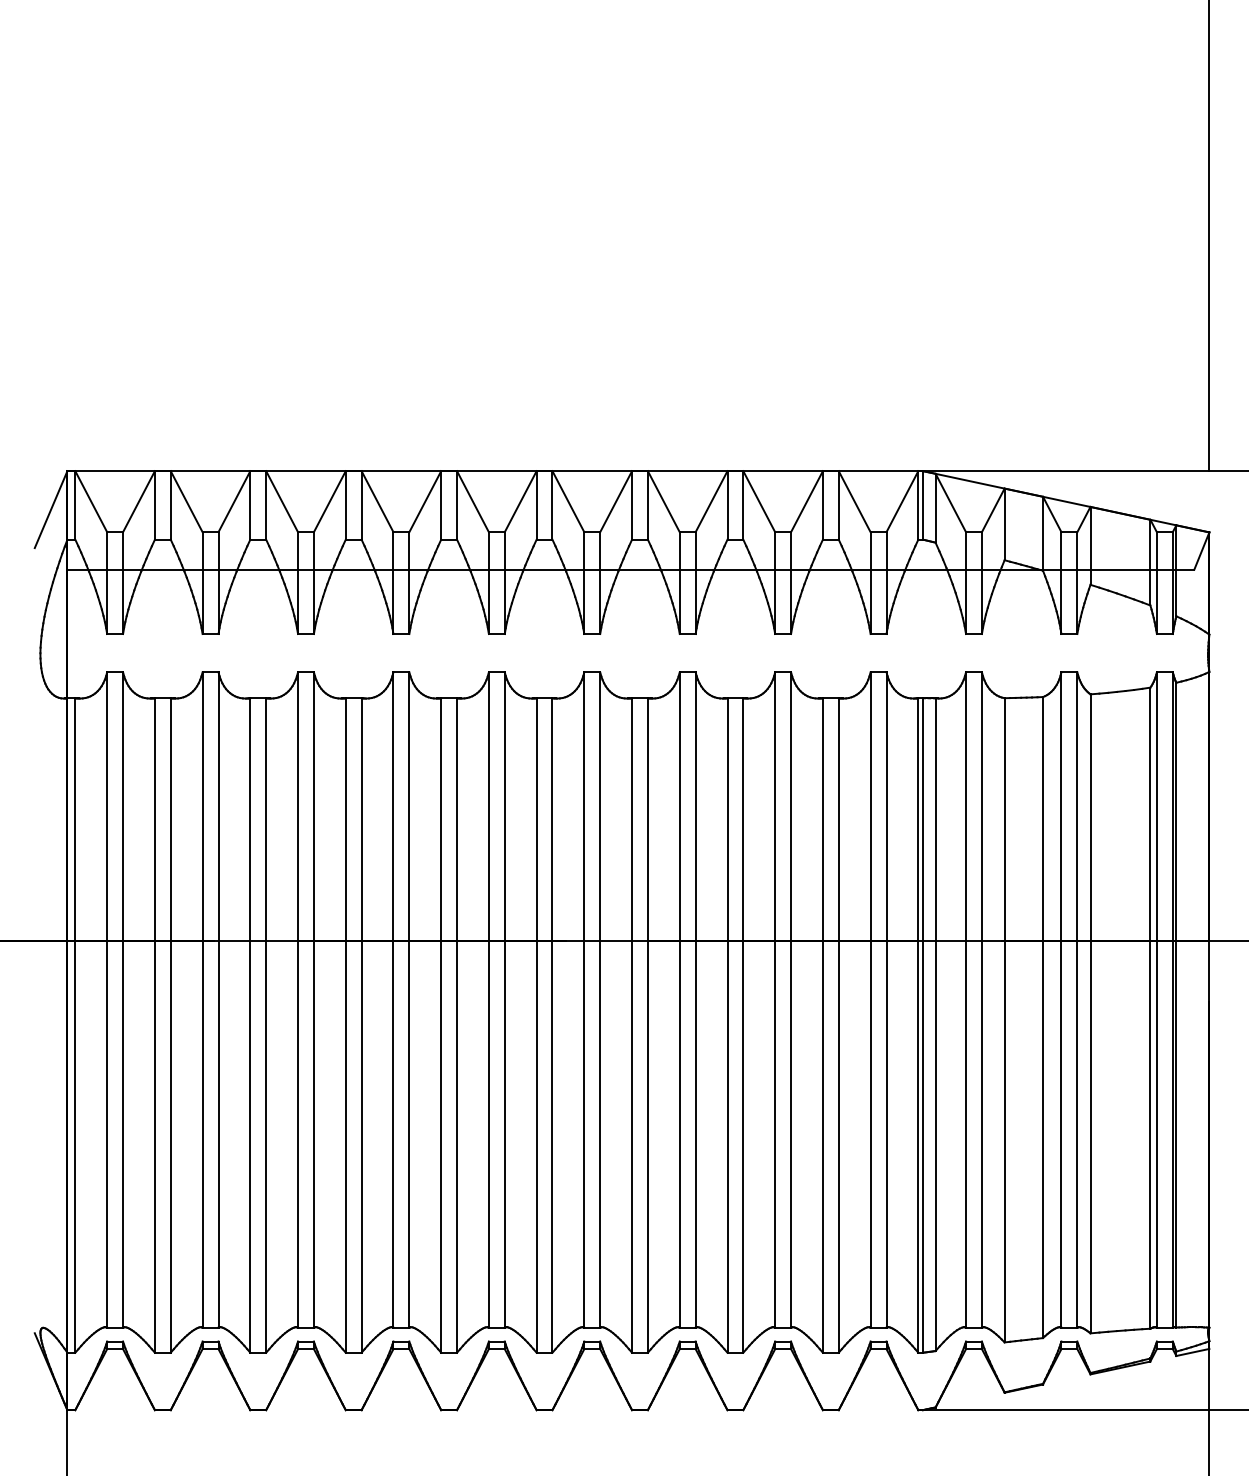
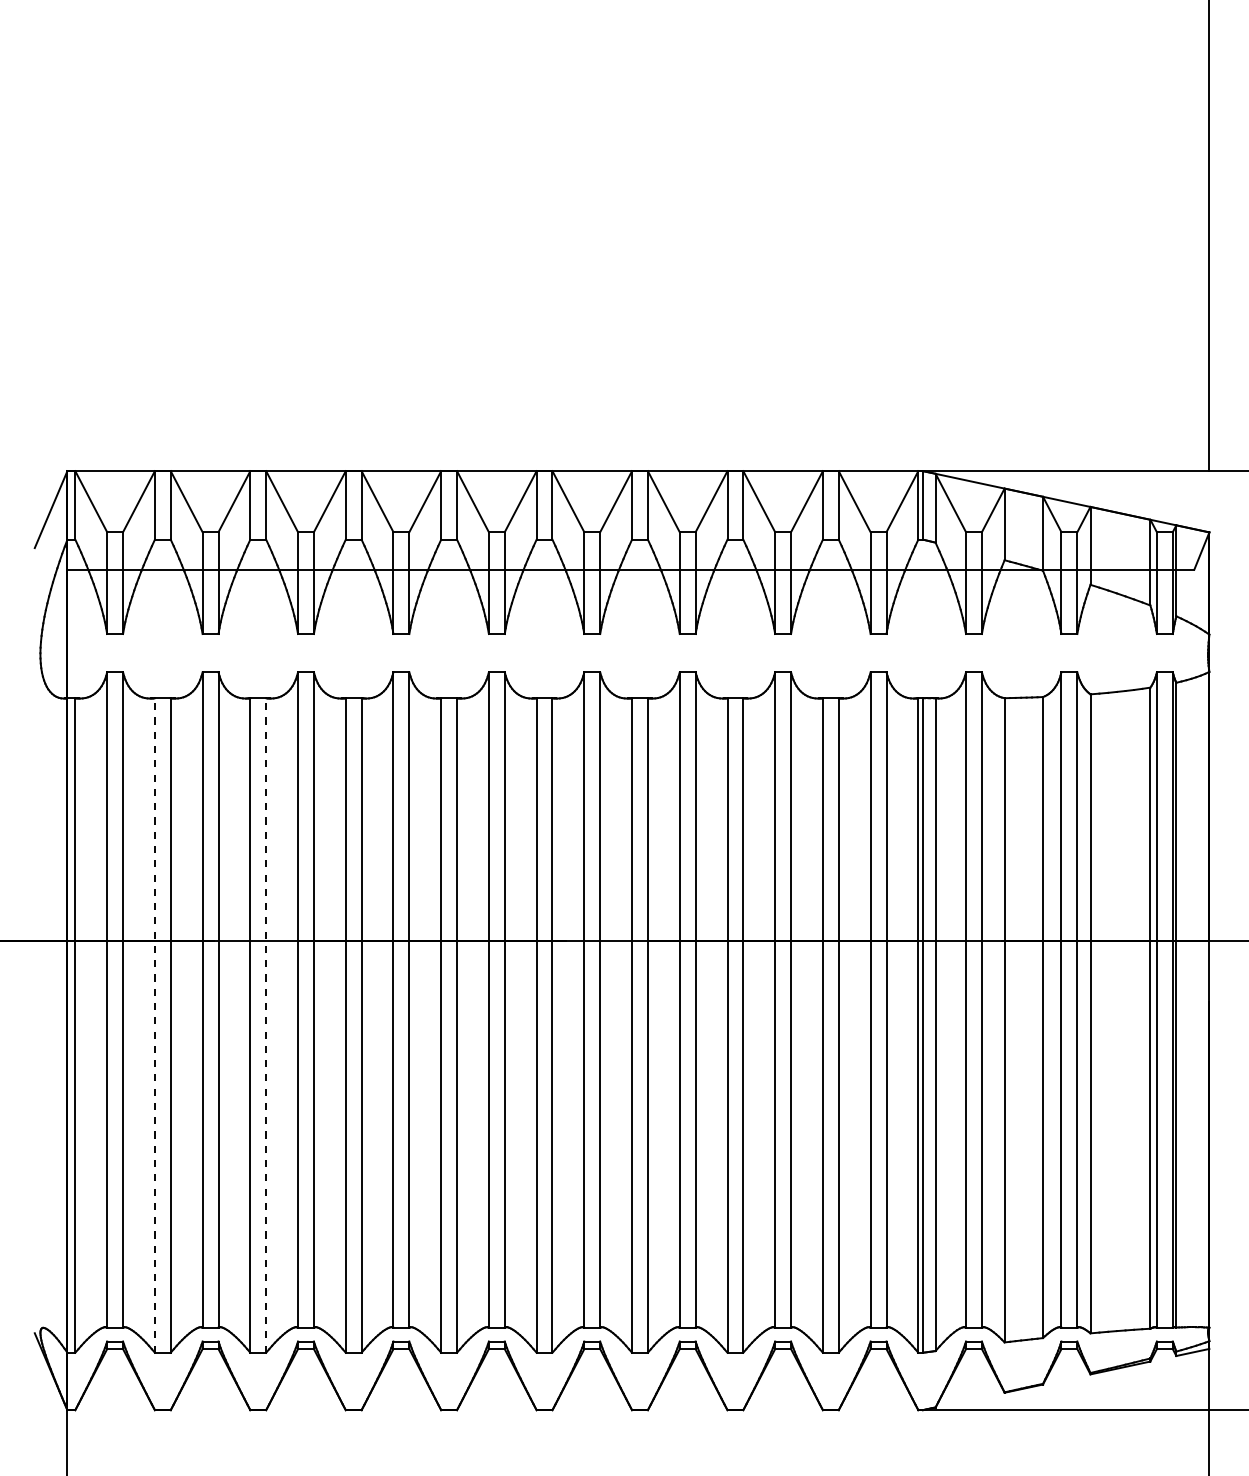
line at (154, 1024): solid -> dashed
line at (266, 1024): solid -> dashed
